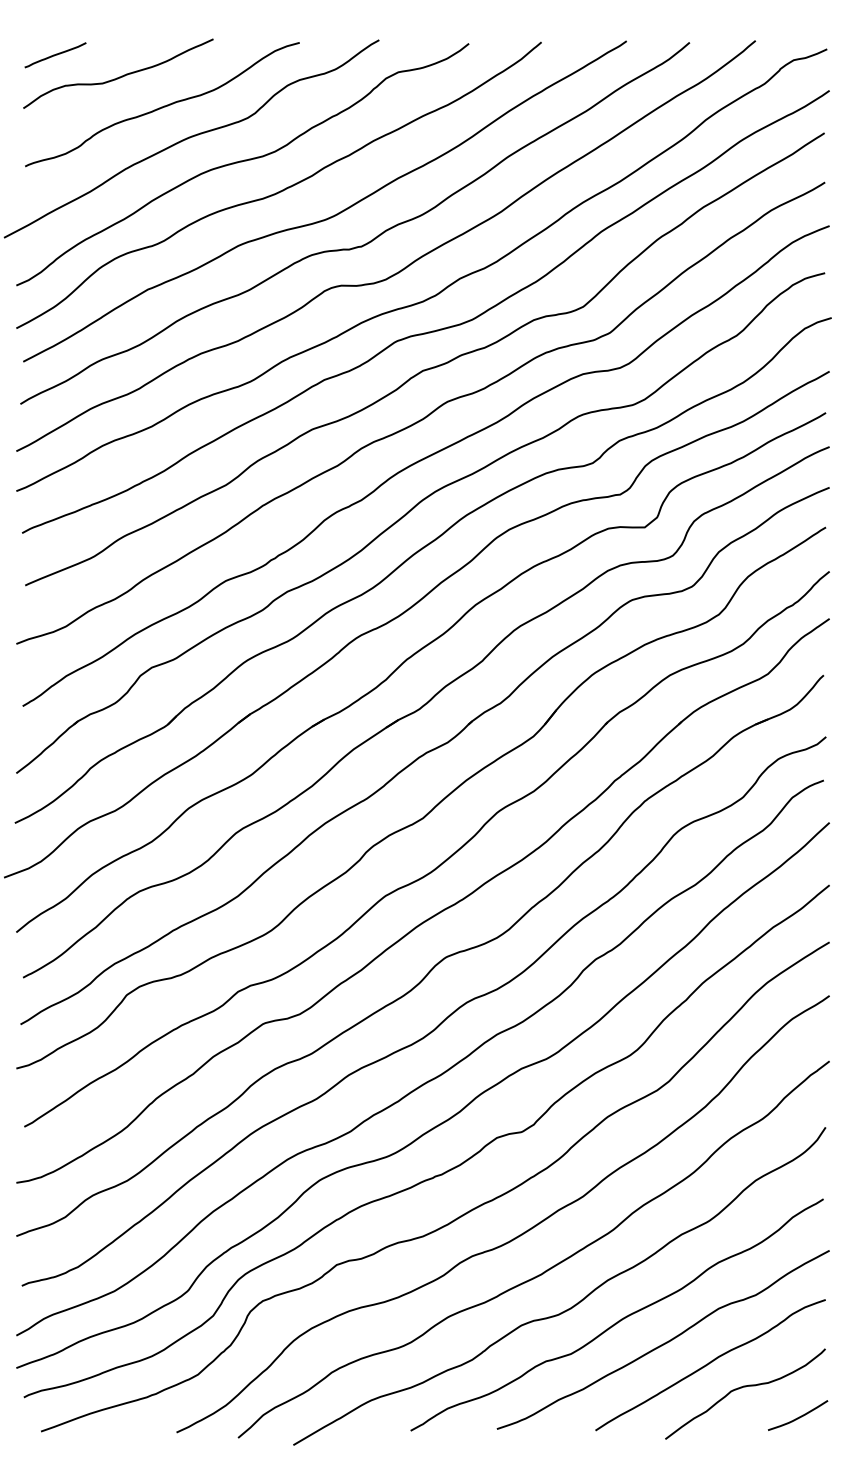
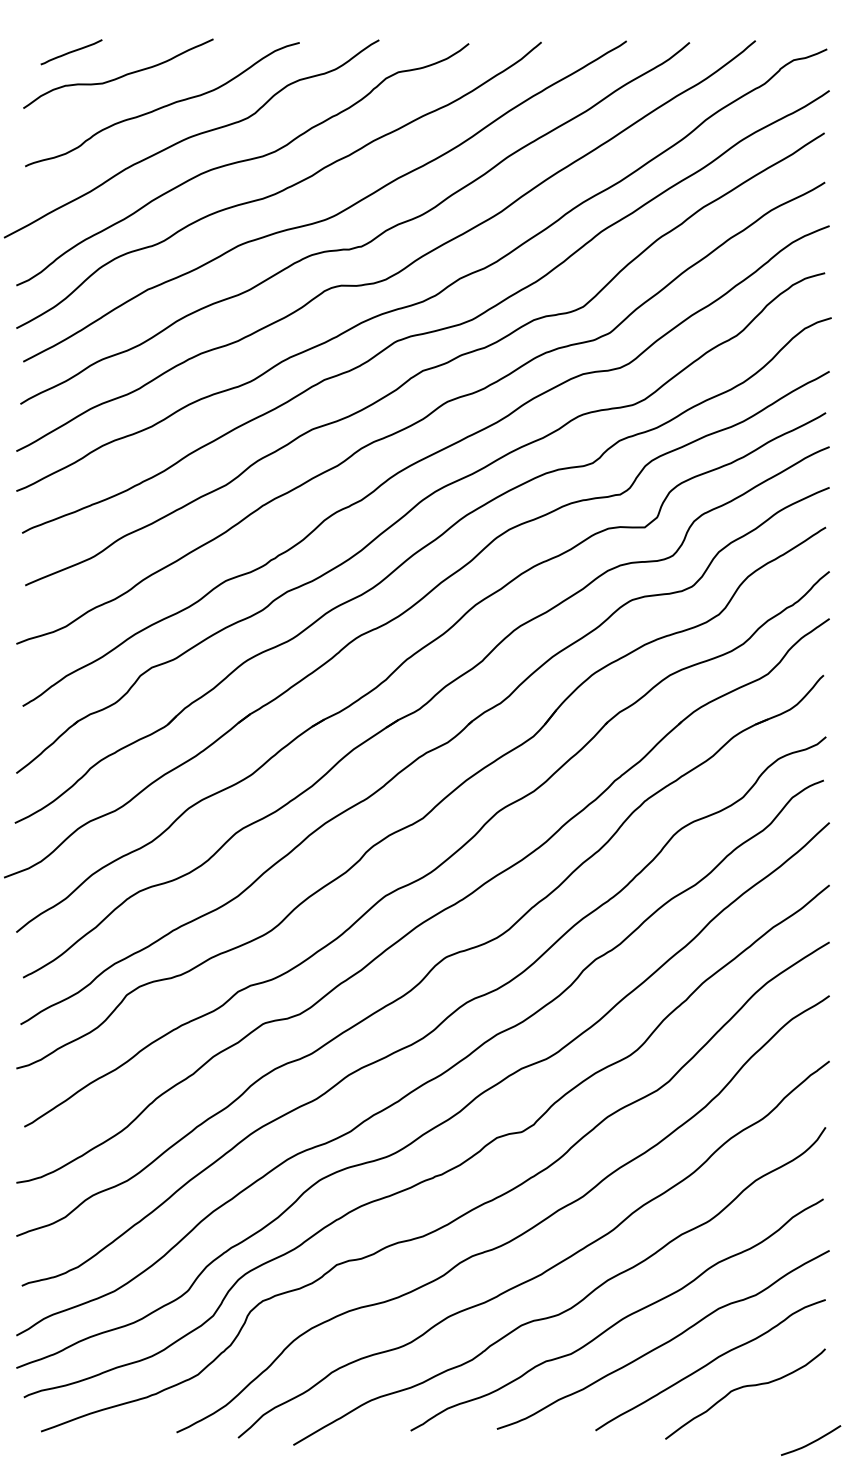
line at (55, 55) position: (55, 55) -> (71, 52)
curve at (799, 1416) position: (799, 1416) -> (812, 1441)
